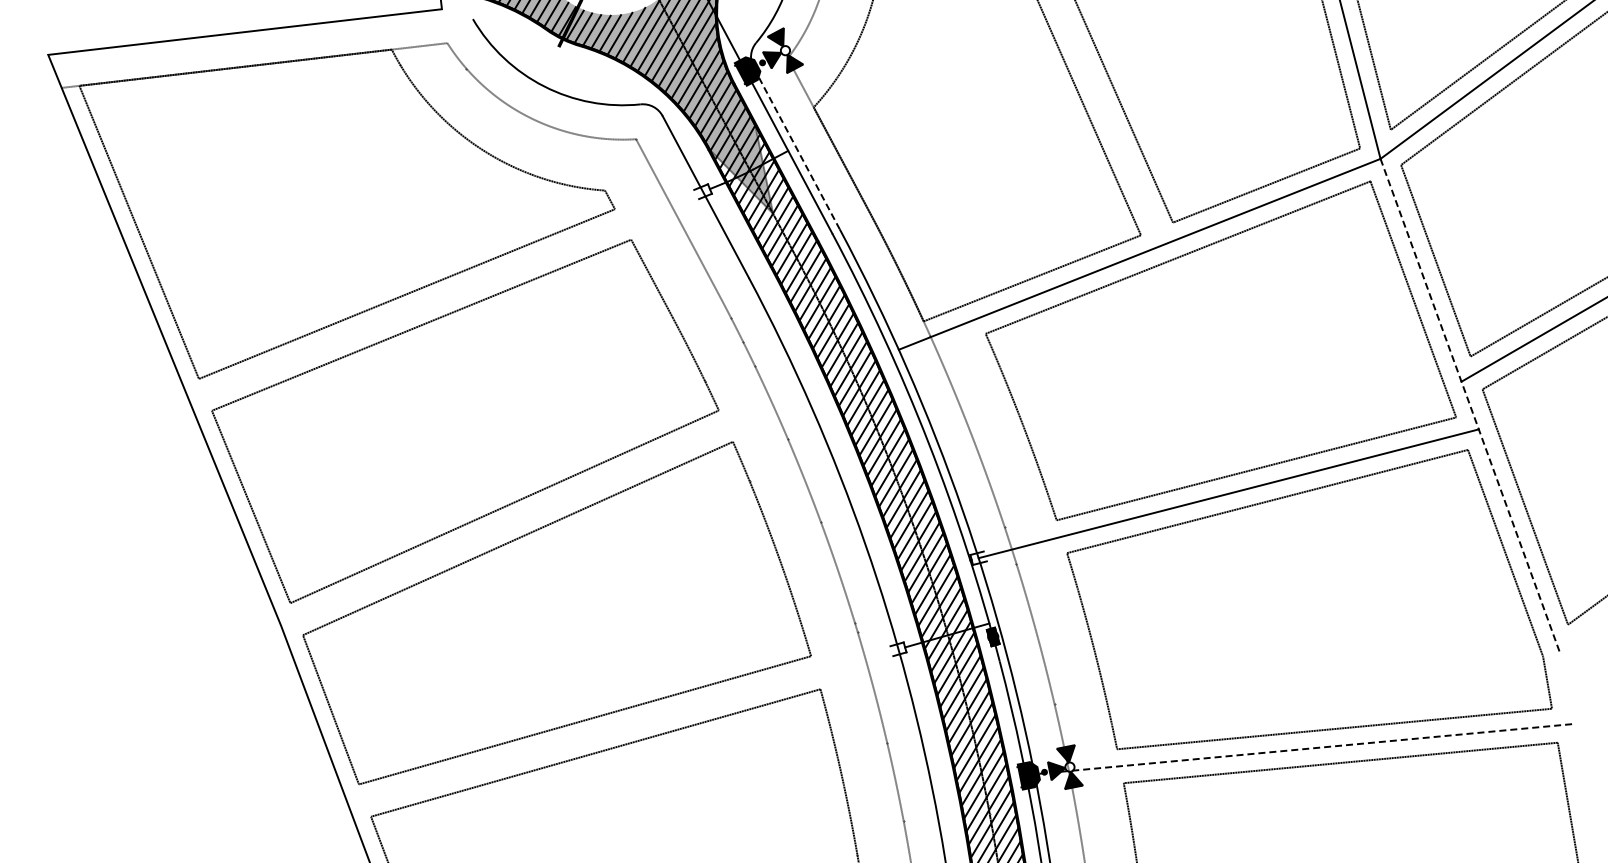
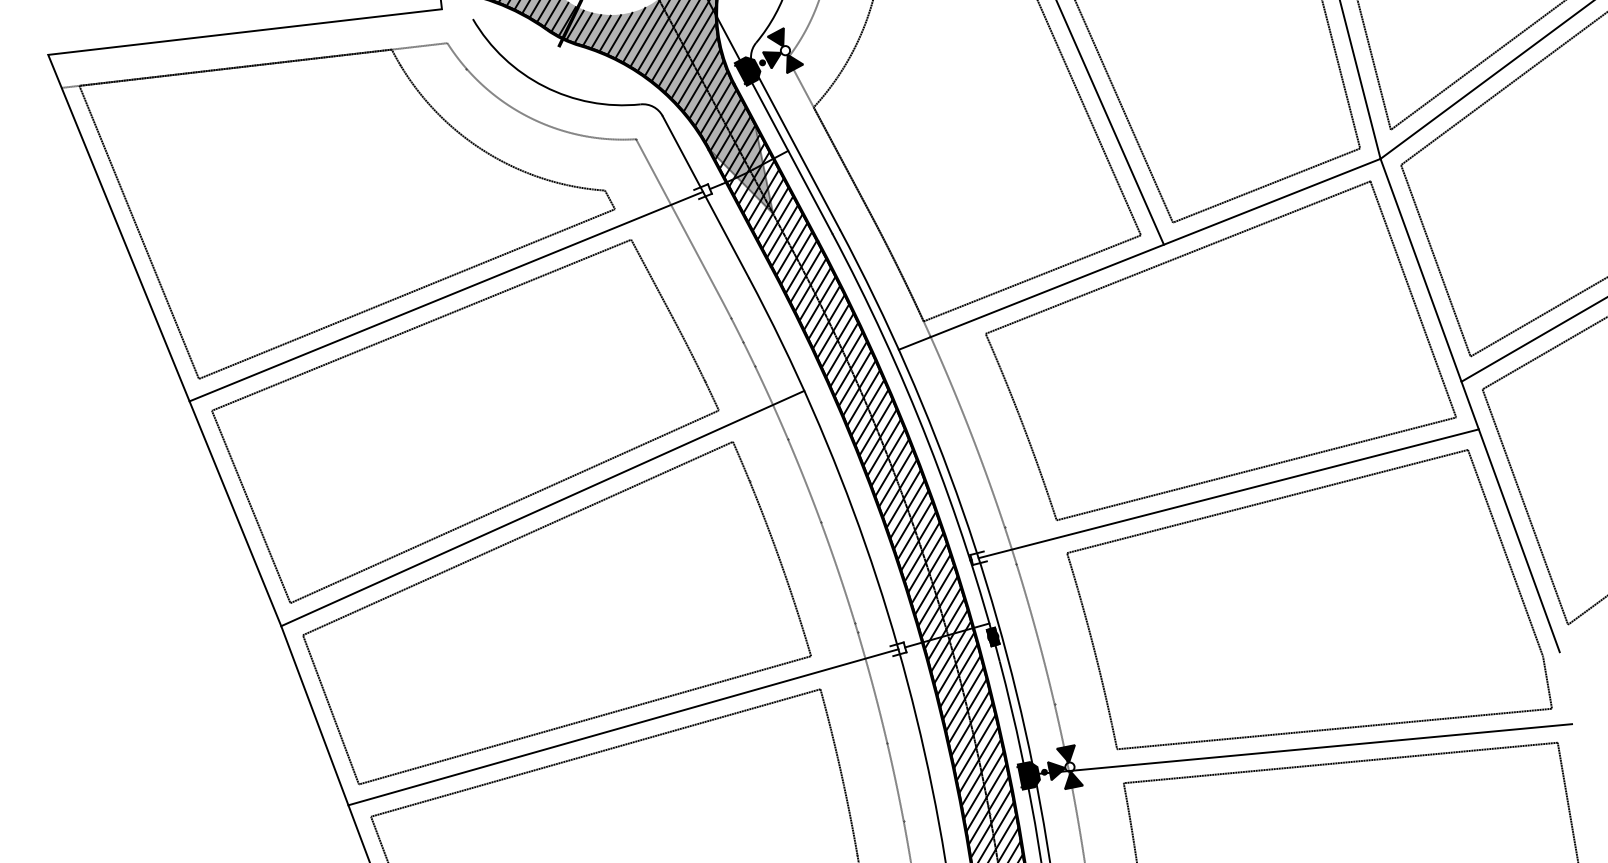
line at (1110, 123): none -> present
line at (796, 148): dashed -> solid
line at (446, 296): none -> present
line at (1470, 406): dashed -> solid
line at (542, 508): none -> present
line at (623, 727): none -> present
line at (1303, 749): dashed -> solid
